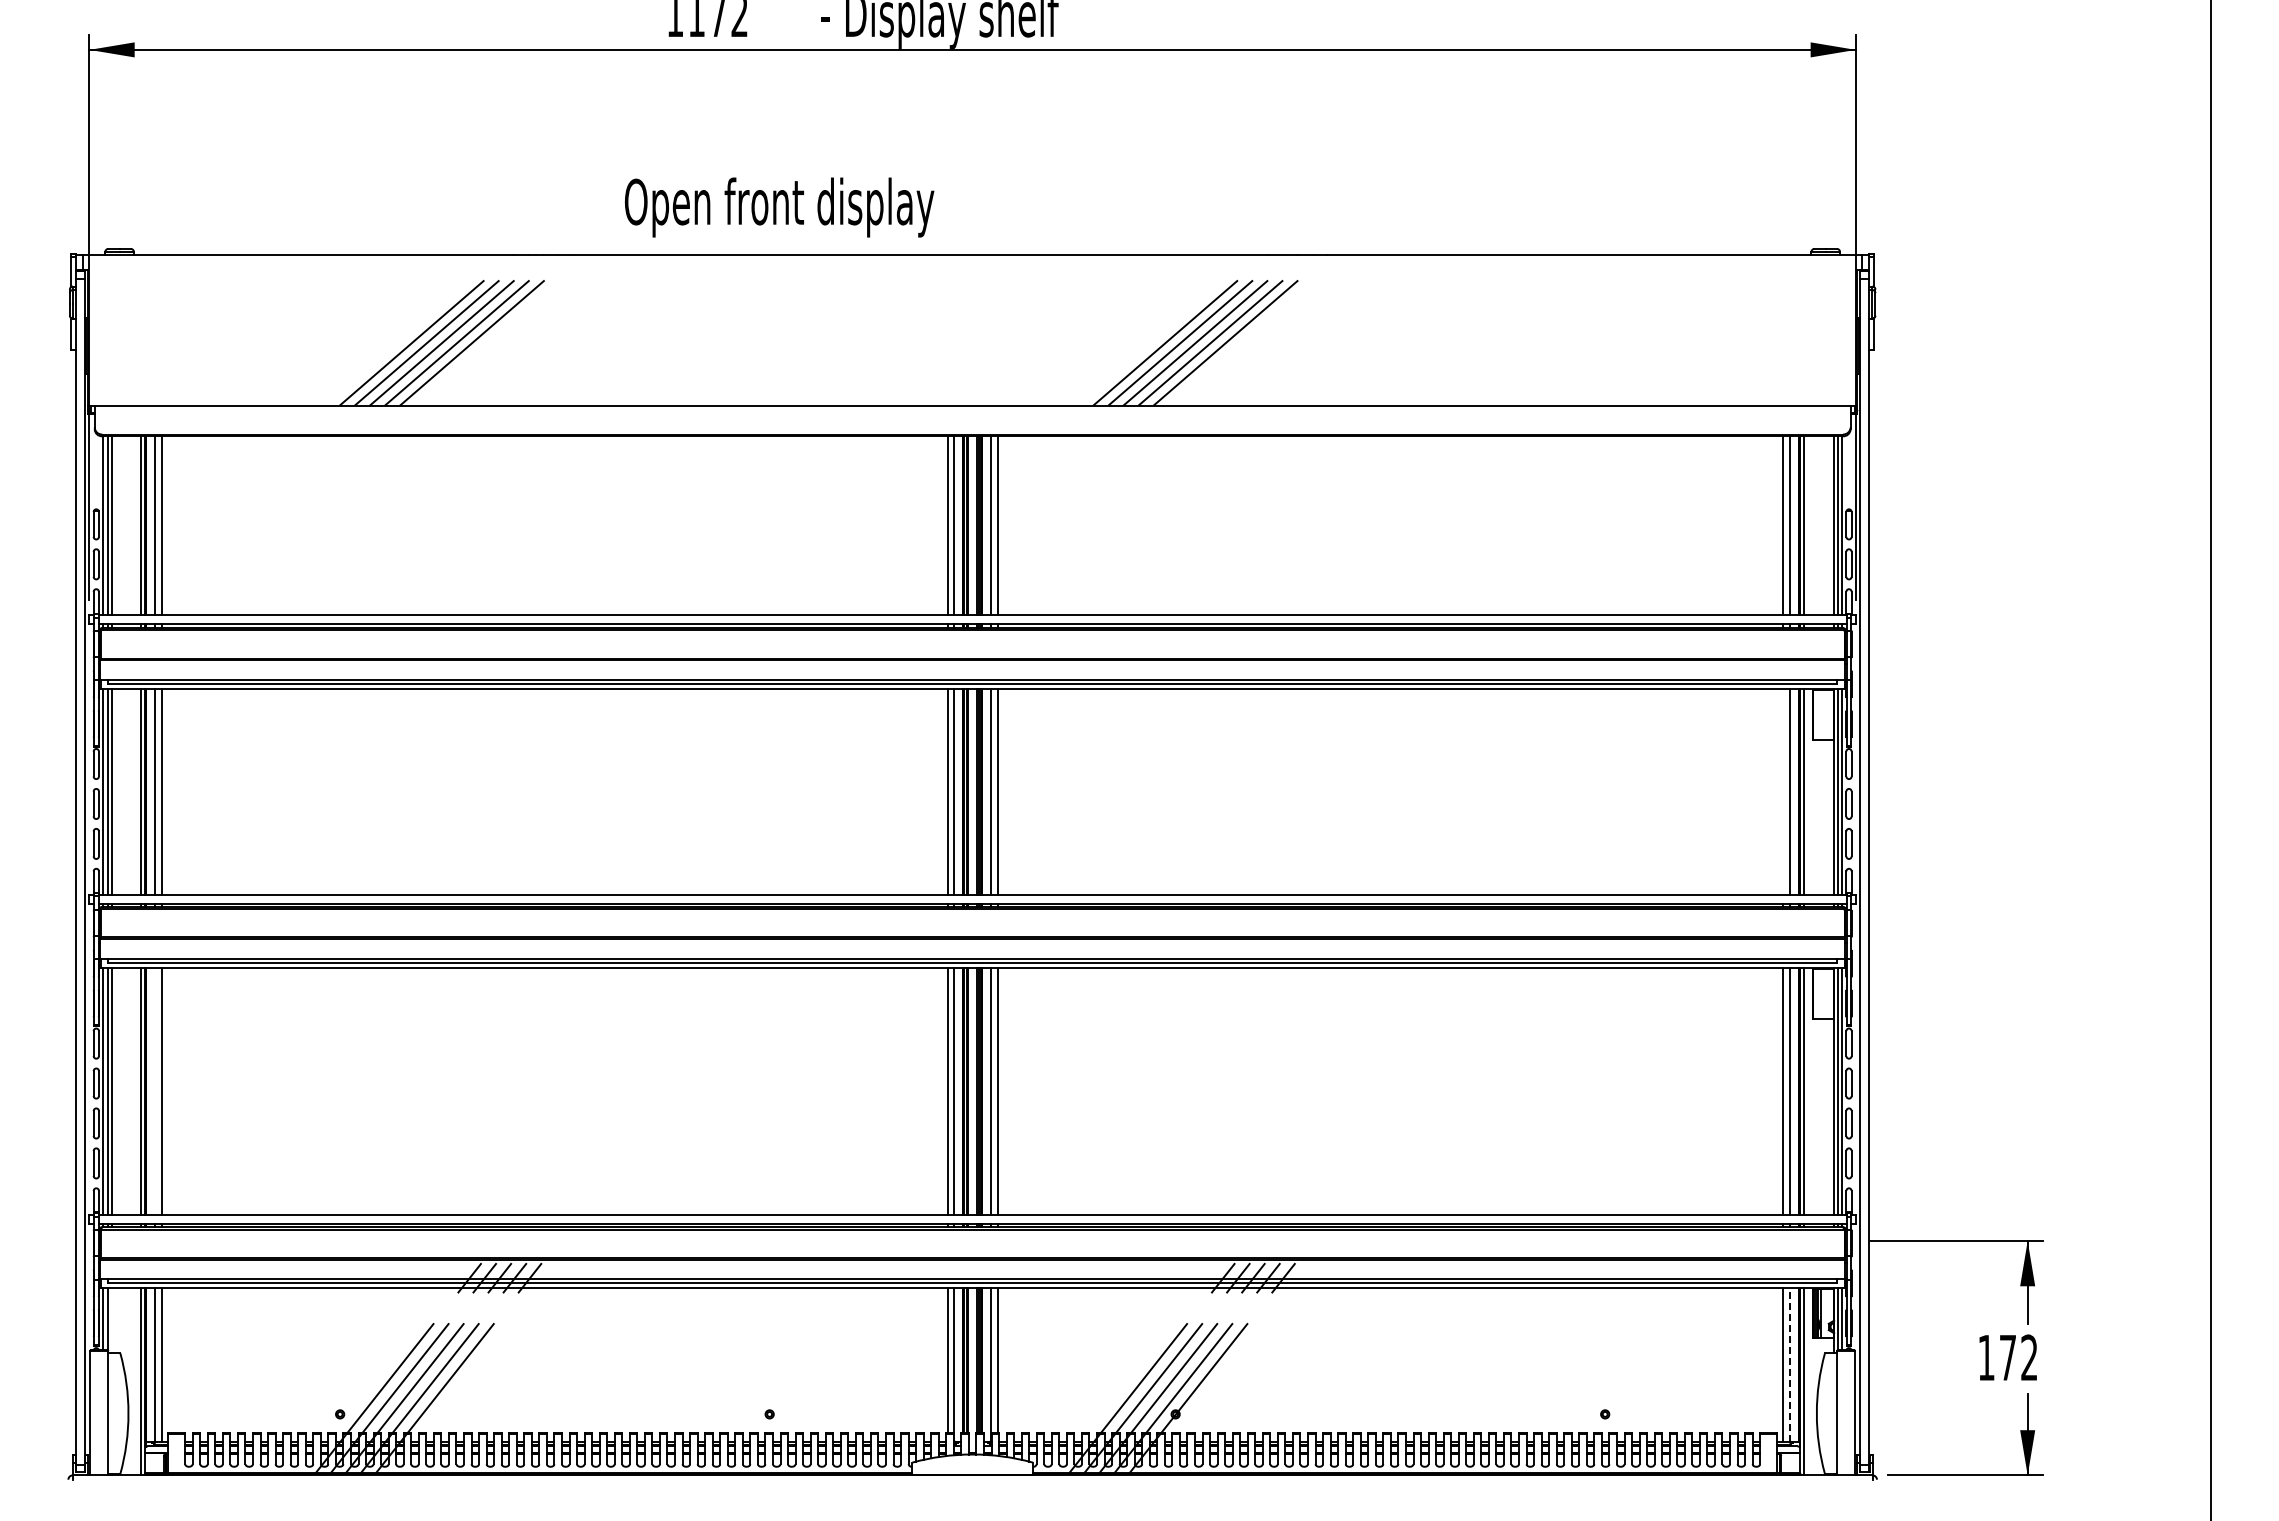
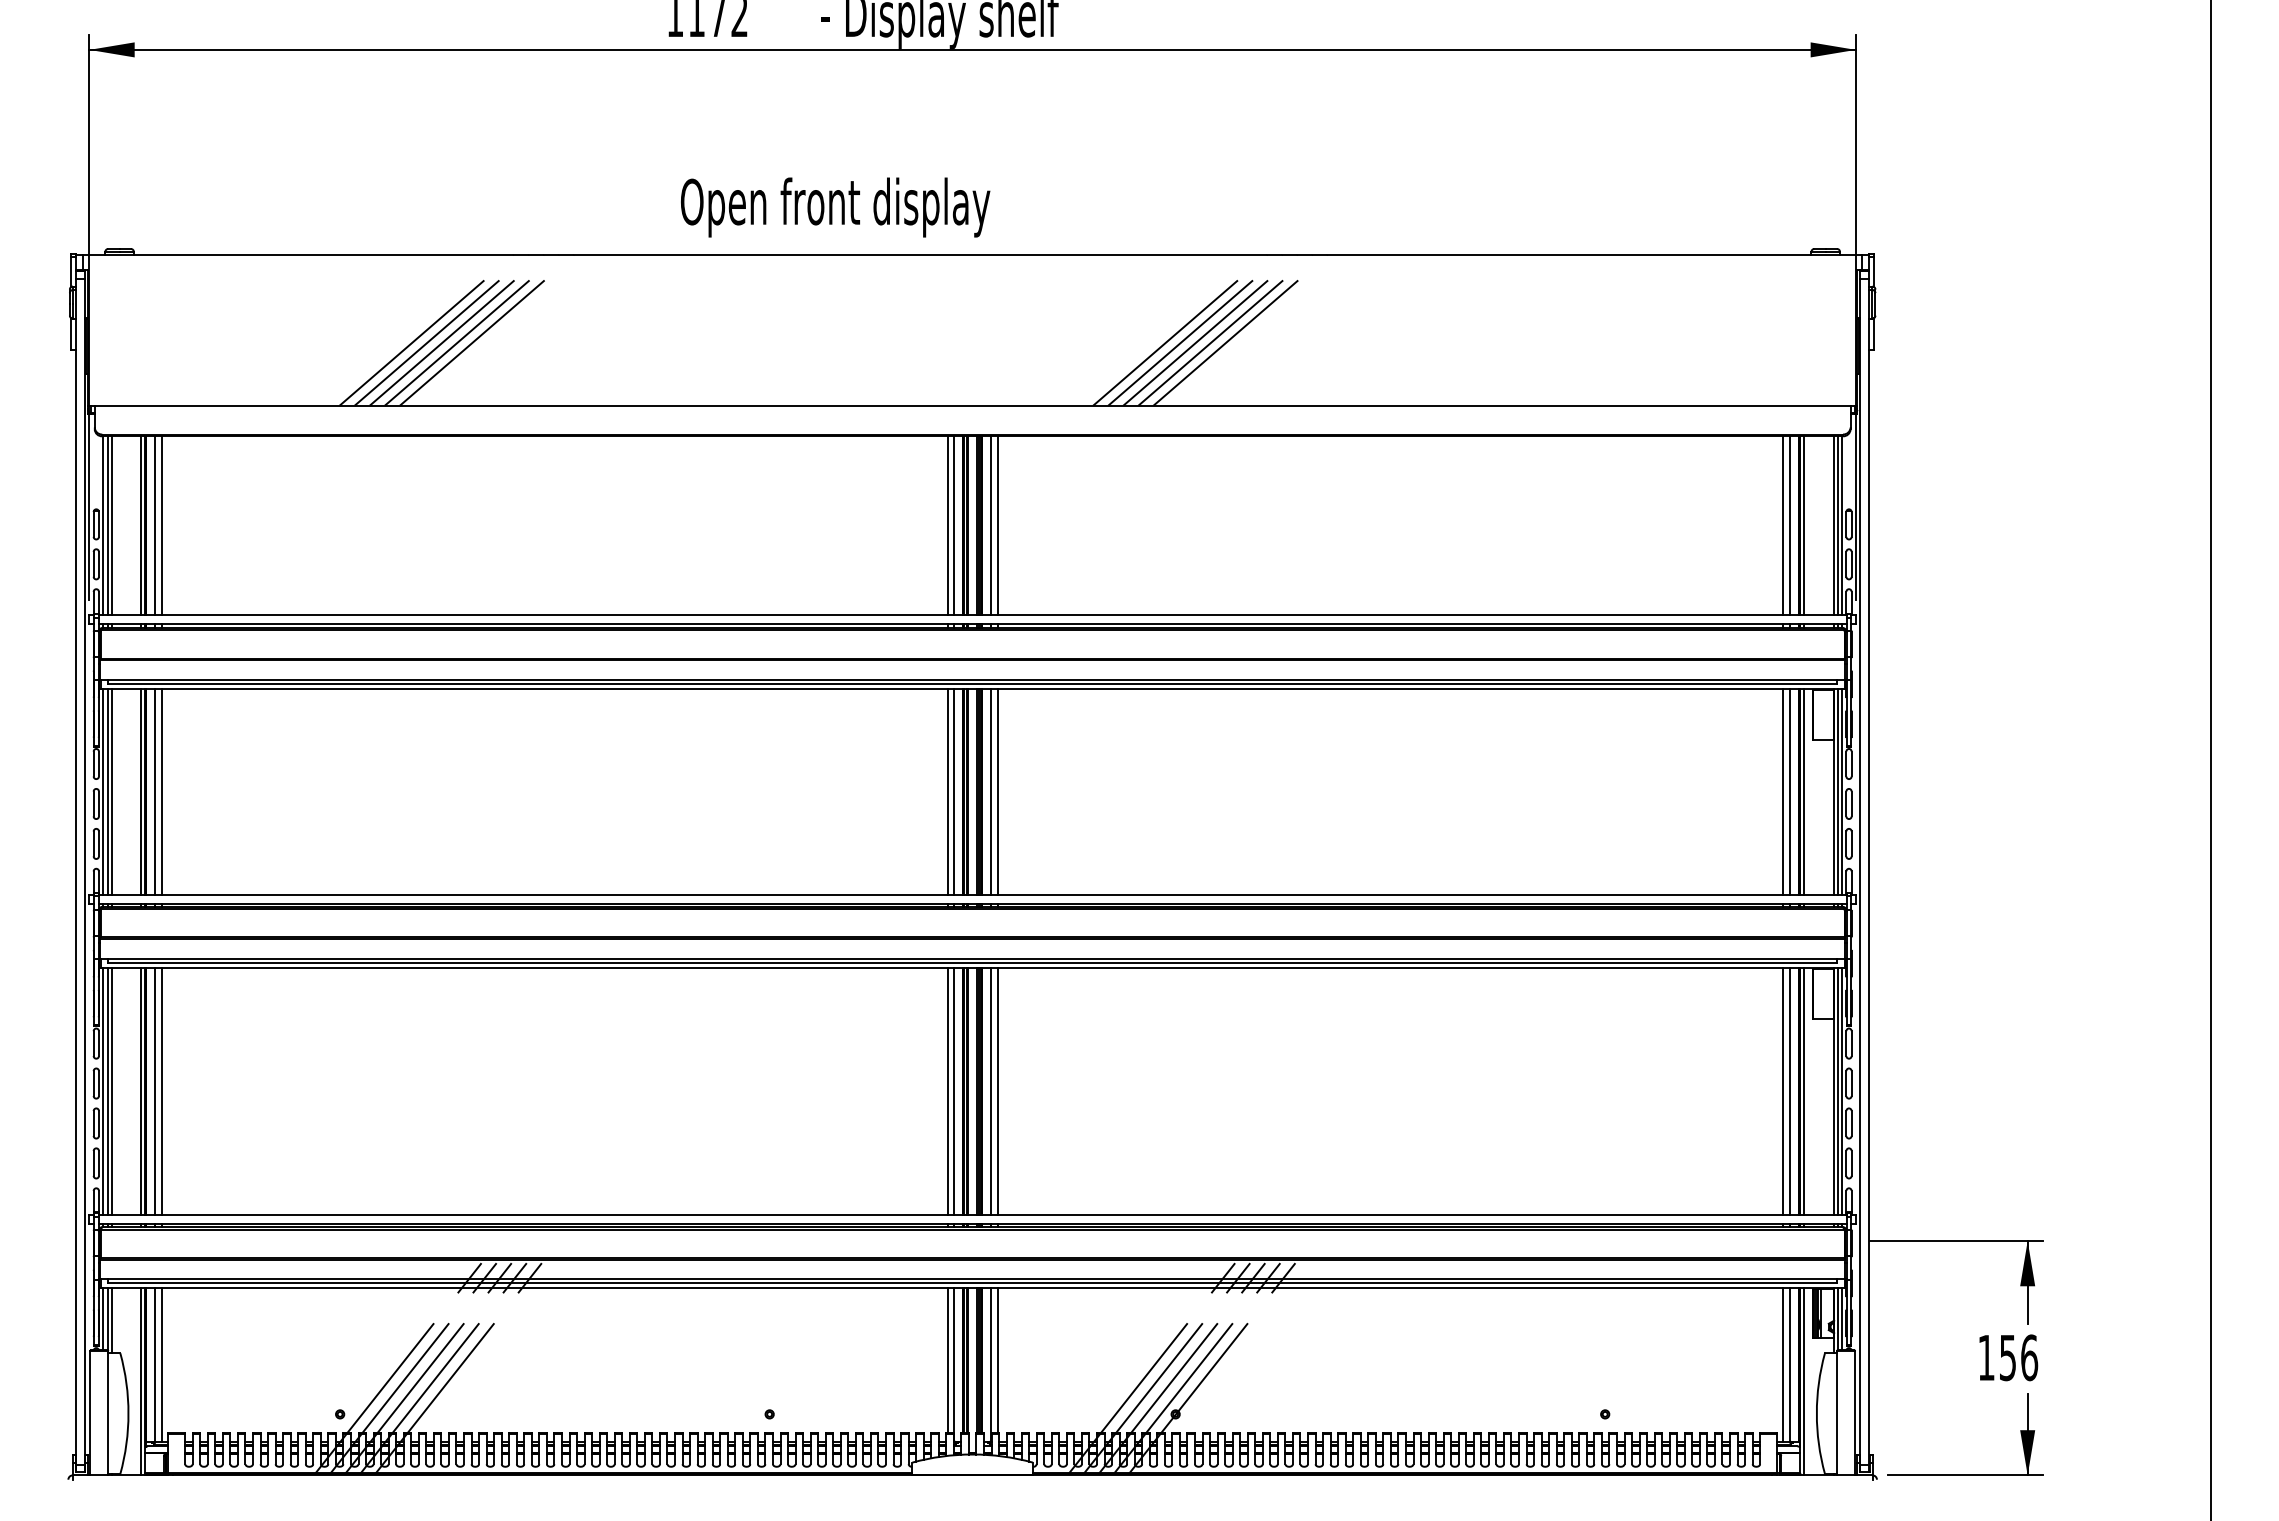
text at (779, 207) position: (779, 207) -> (835, 207)
line at (1783, 791): none -> present
line at (155, 1091): none -> present
line at (111, 1320): none -> present
text at (2019, 1357): 172 -> 156
line at (1789, 1364): dashed -> solid
